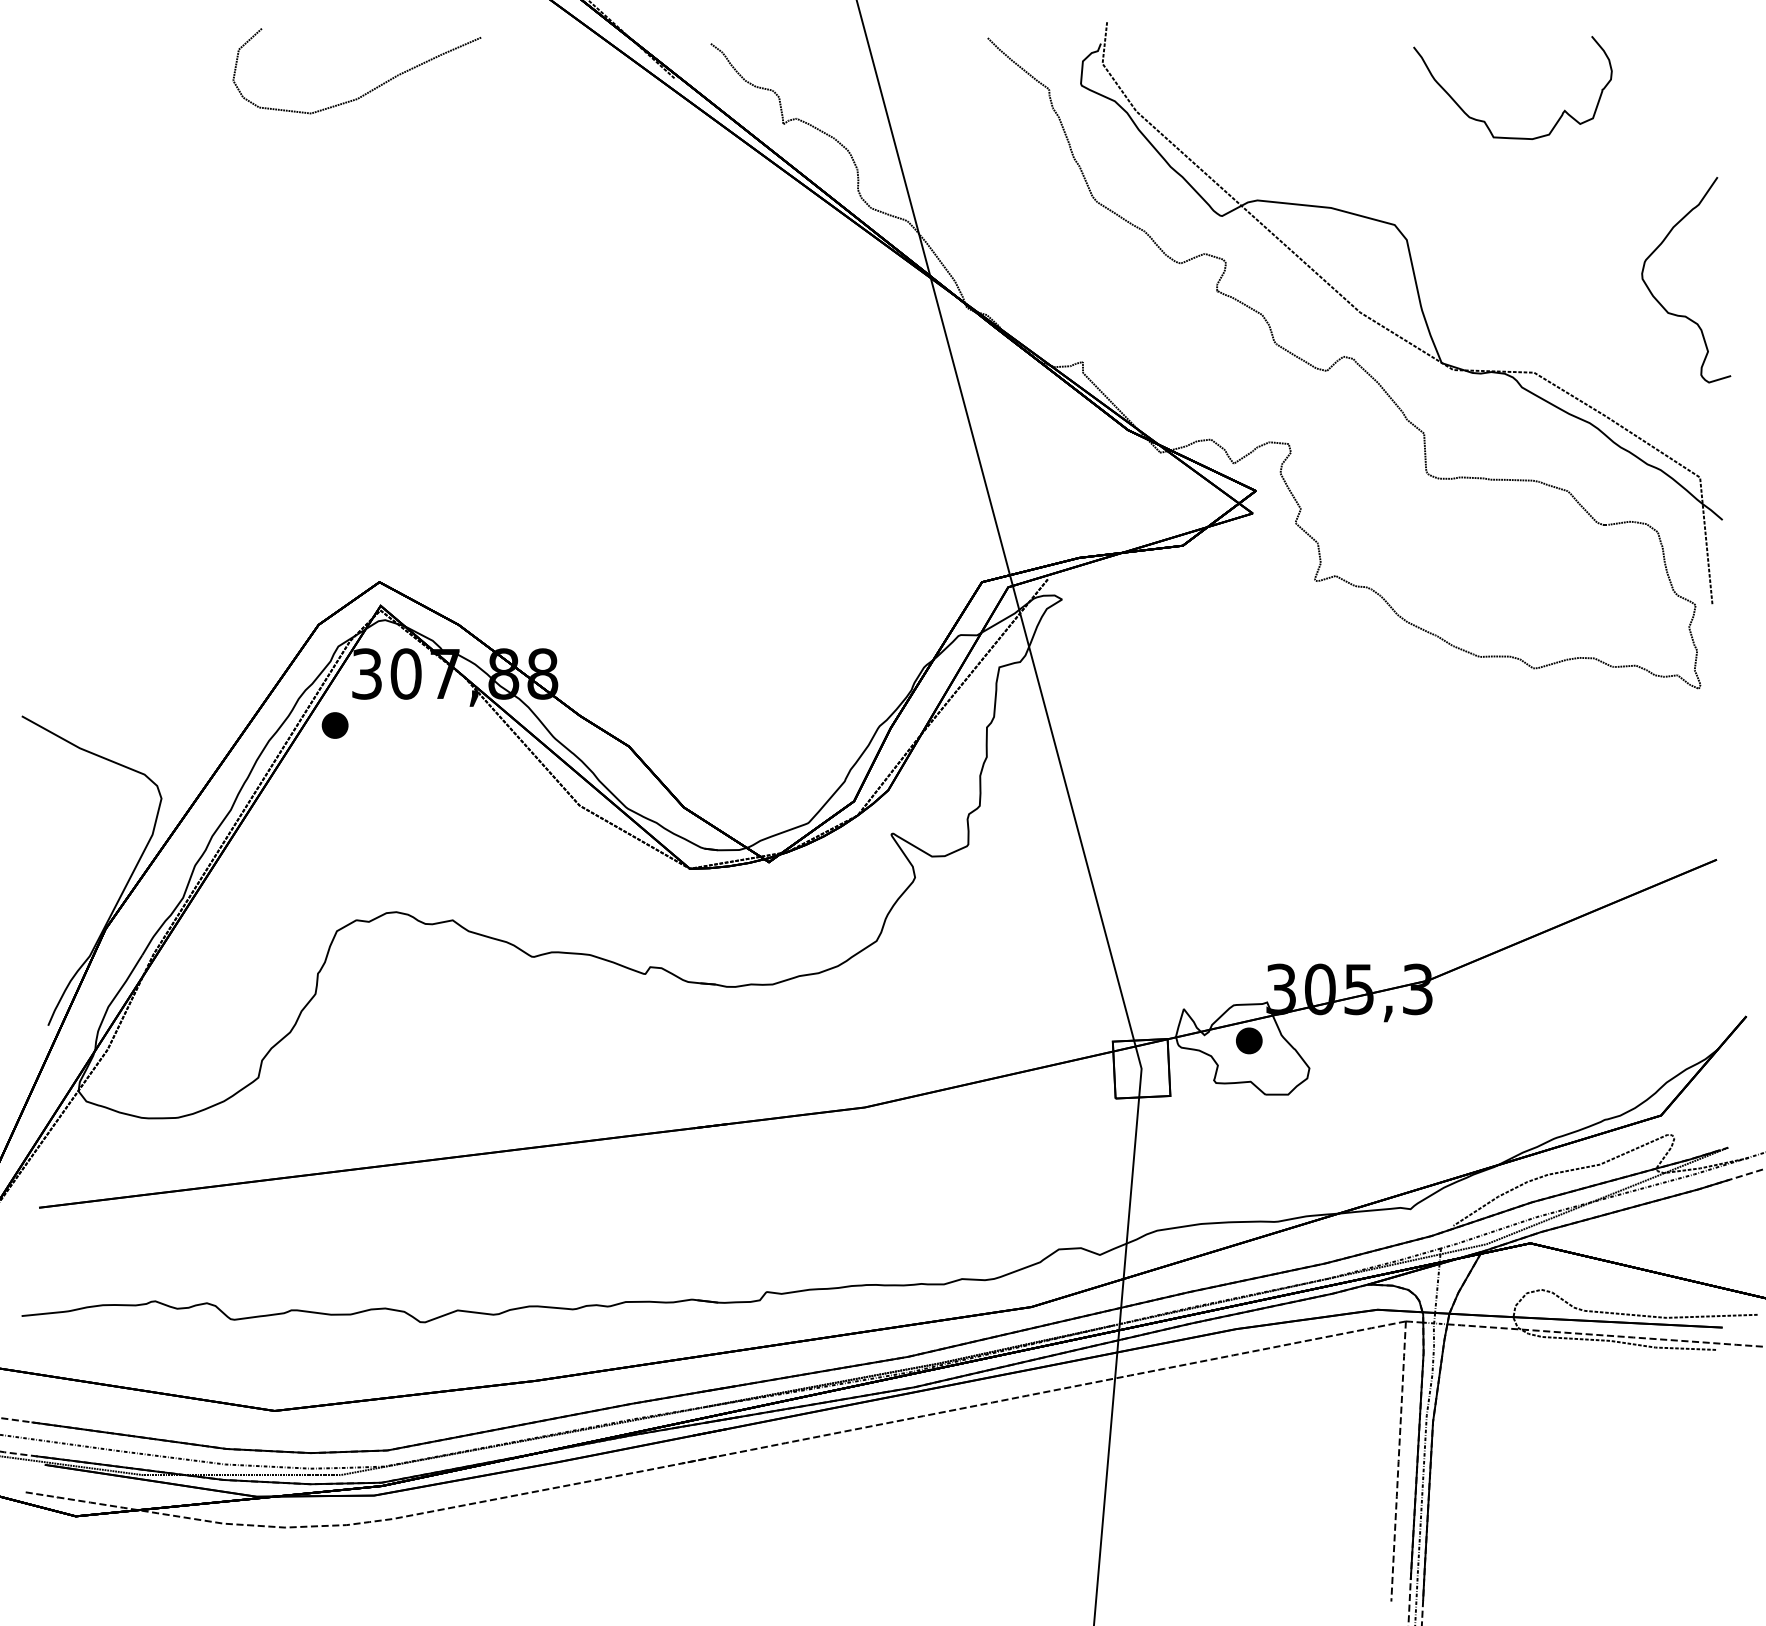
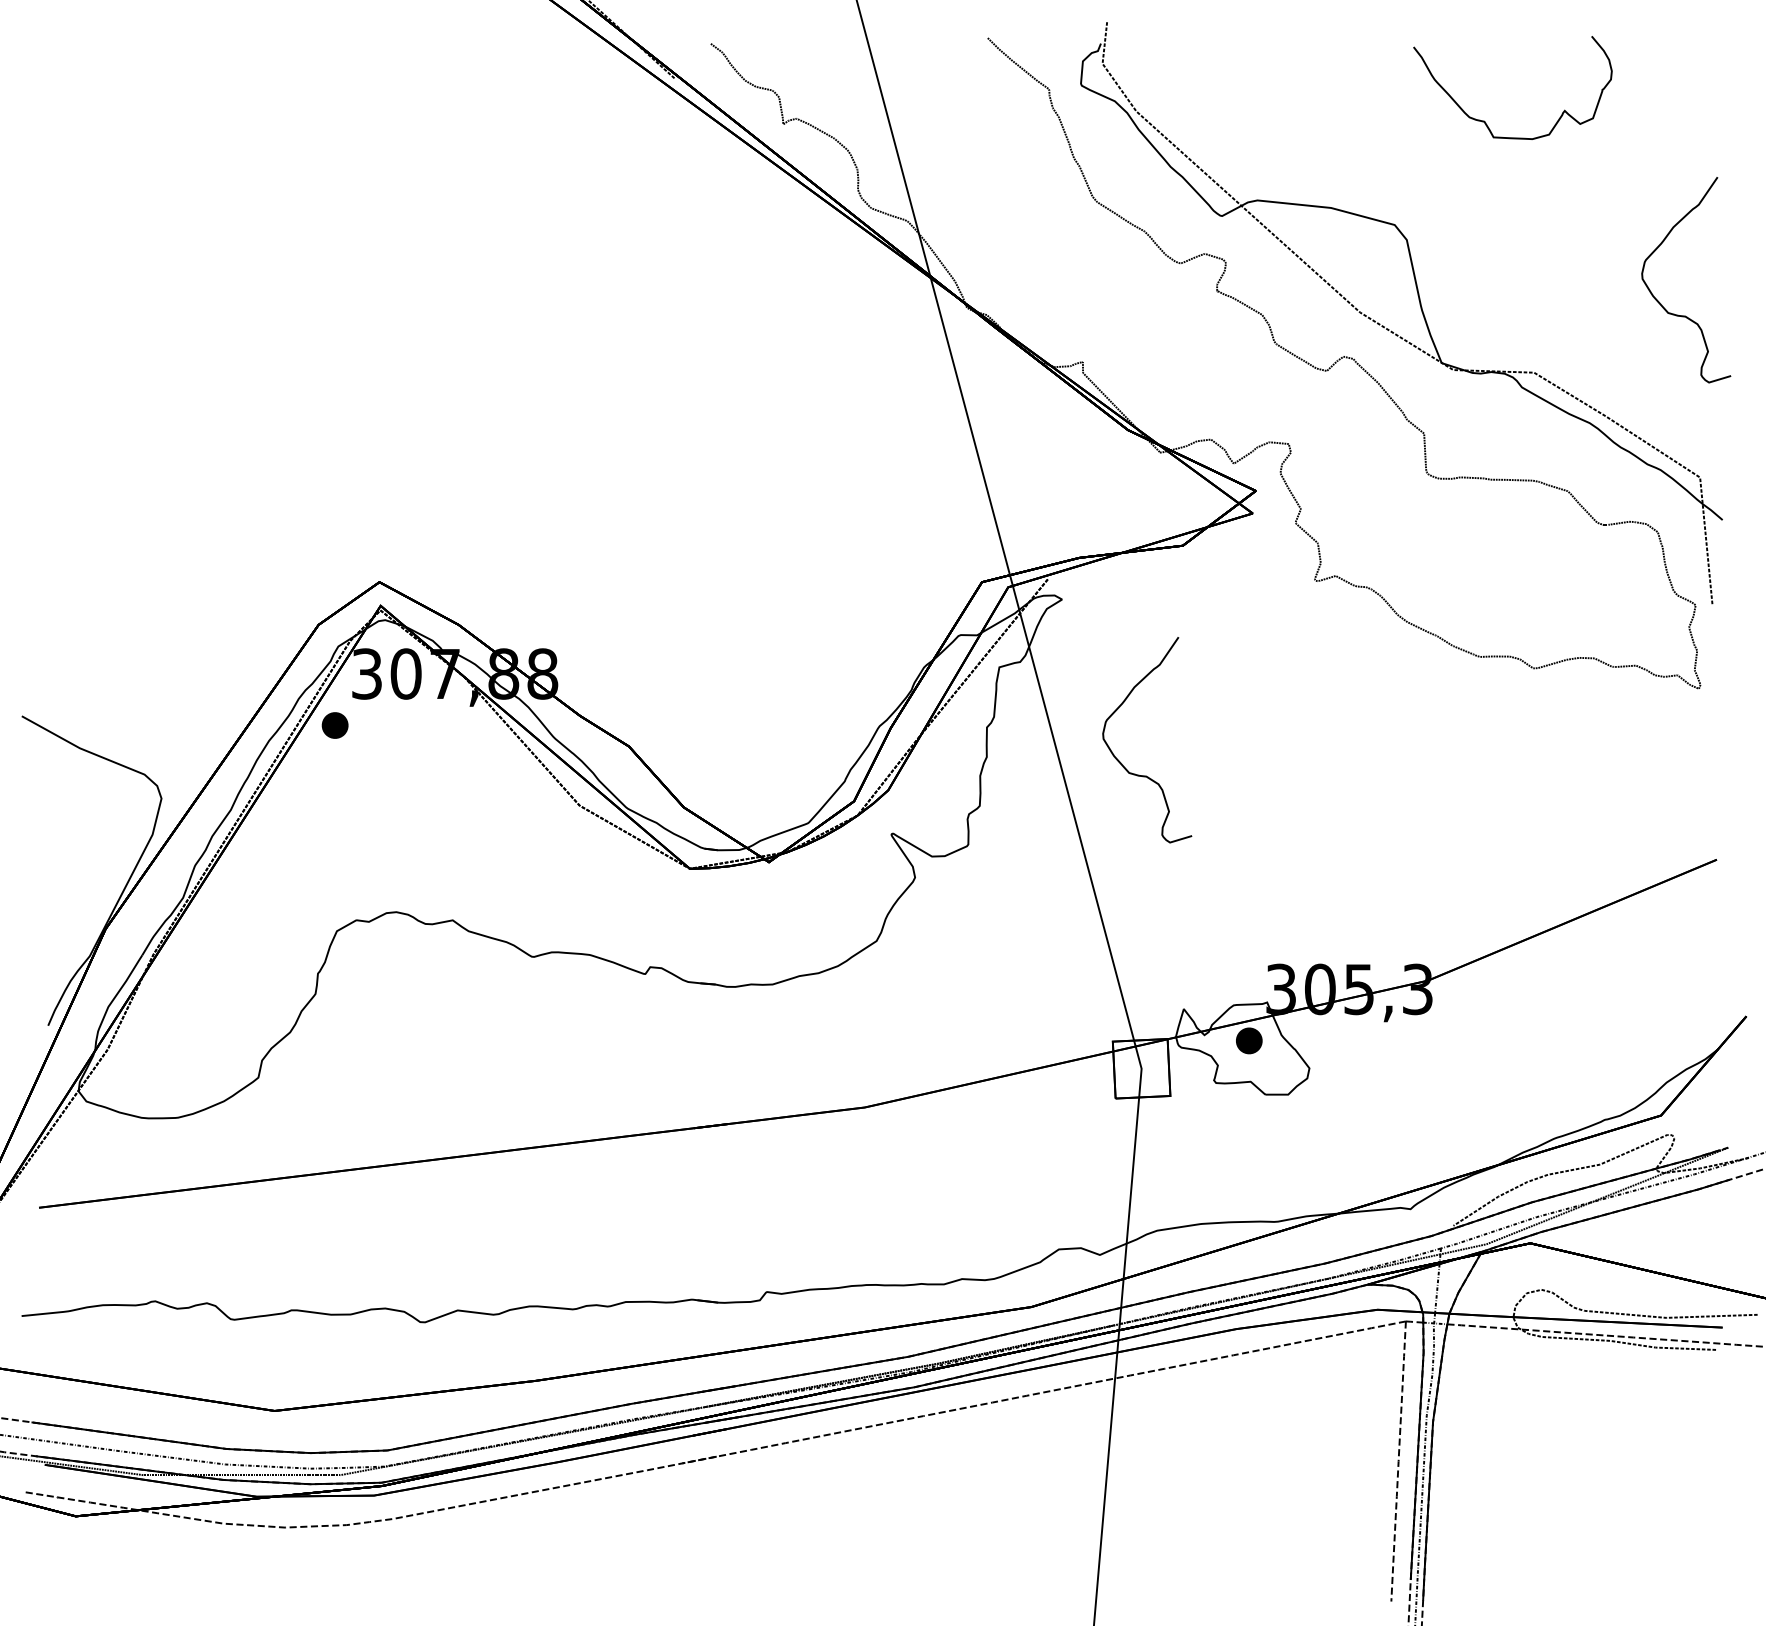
curve at (369, 90): present -> none
curve at (1122, 763): none -> present
